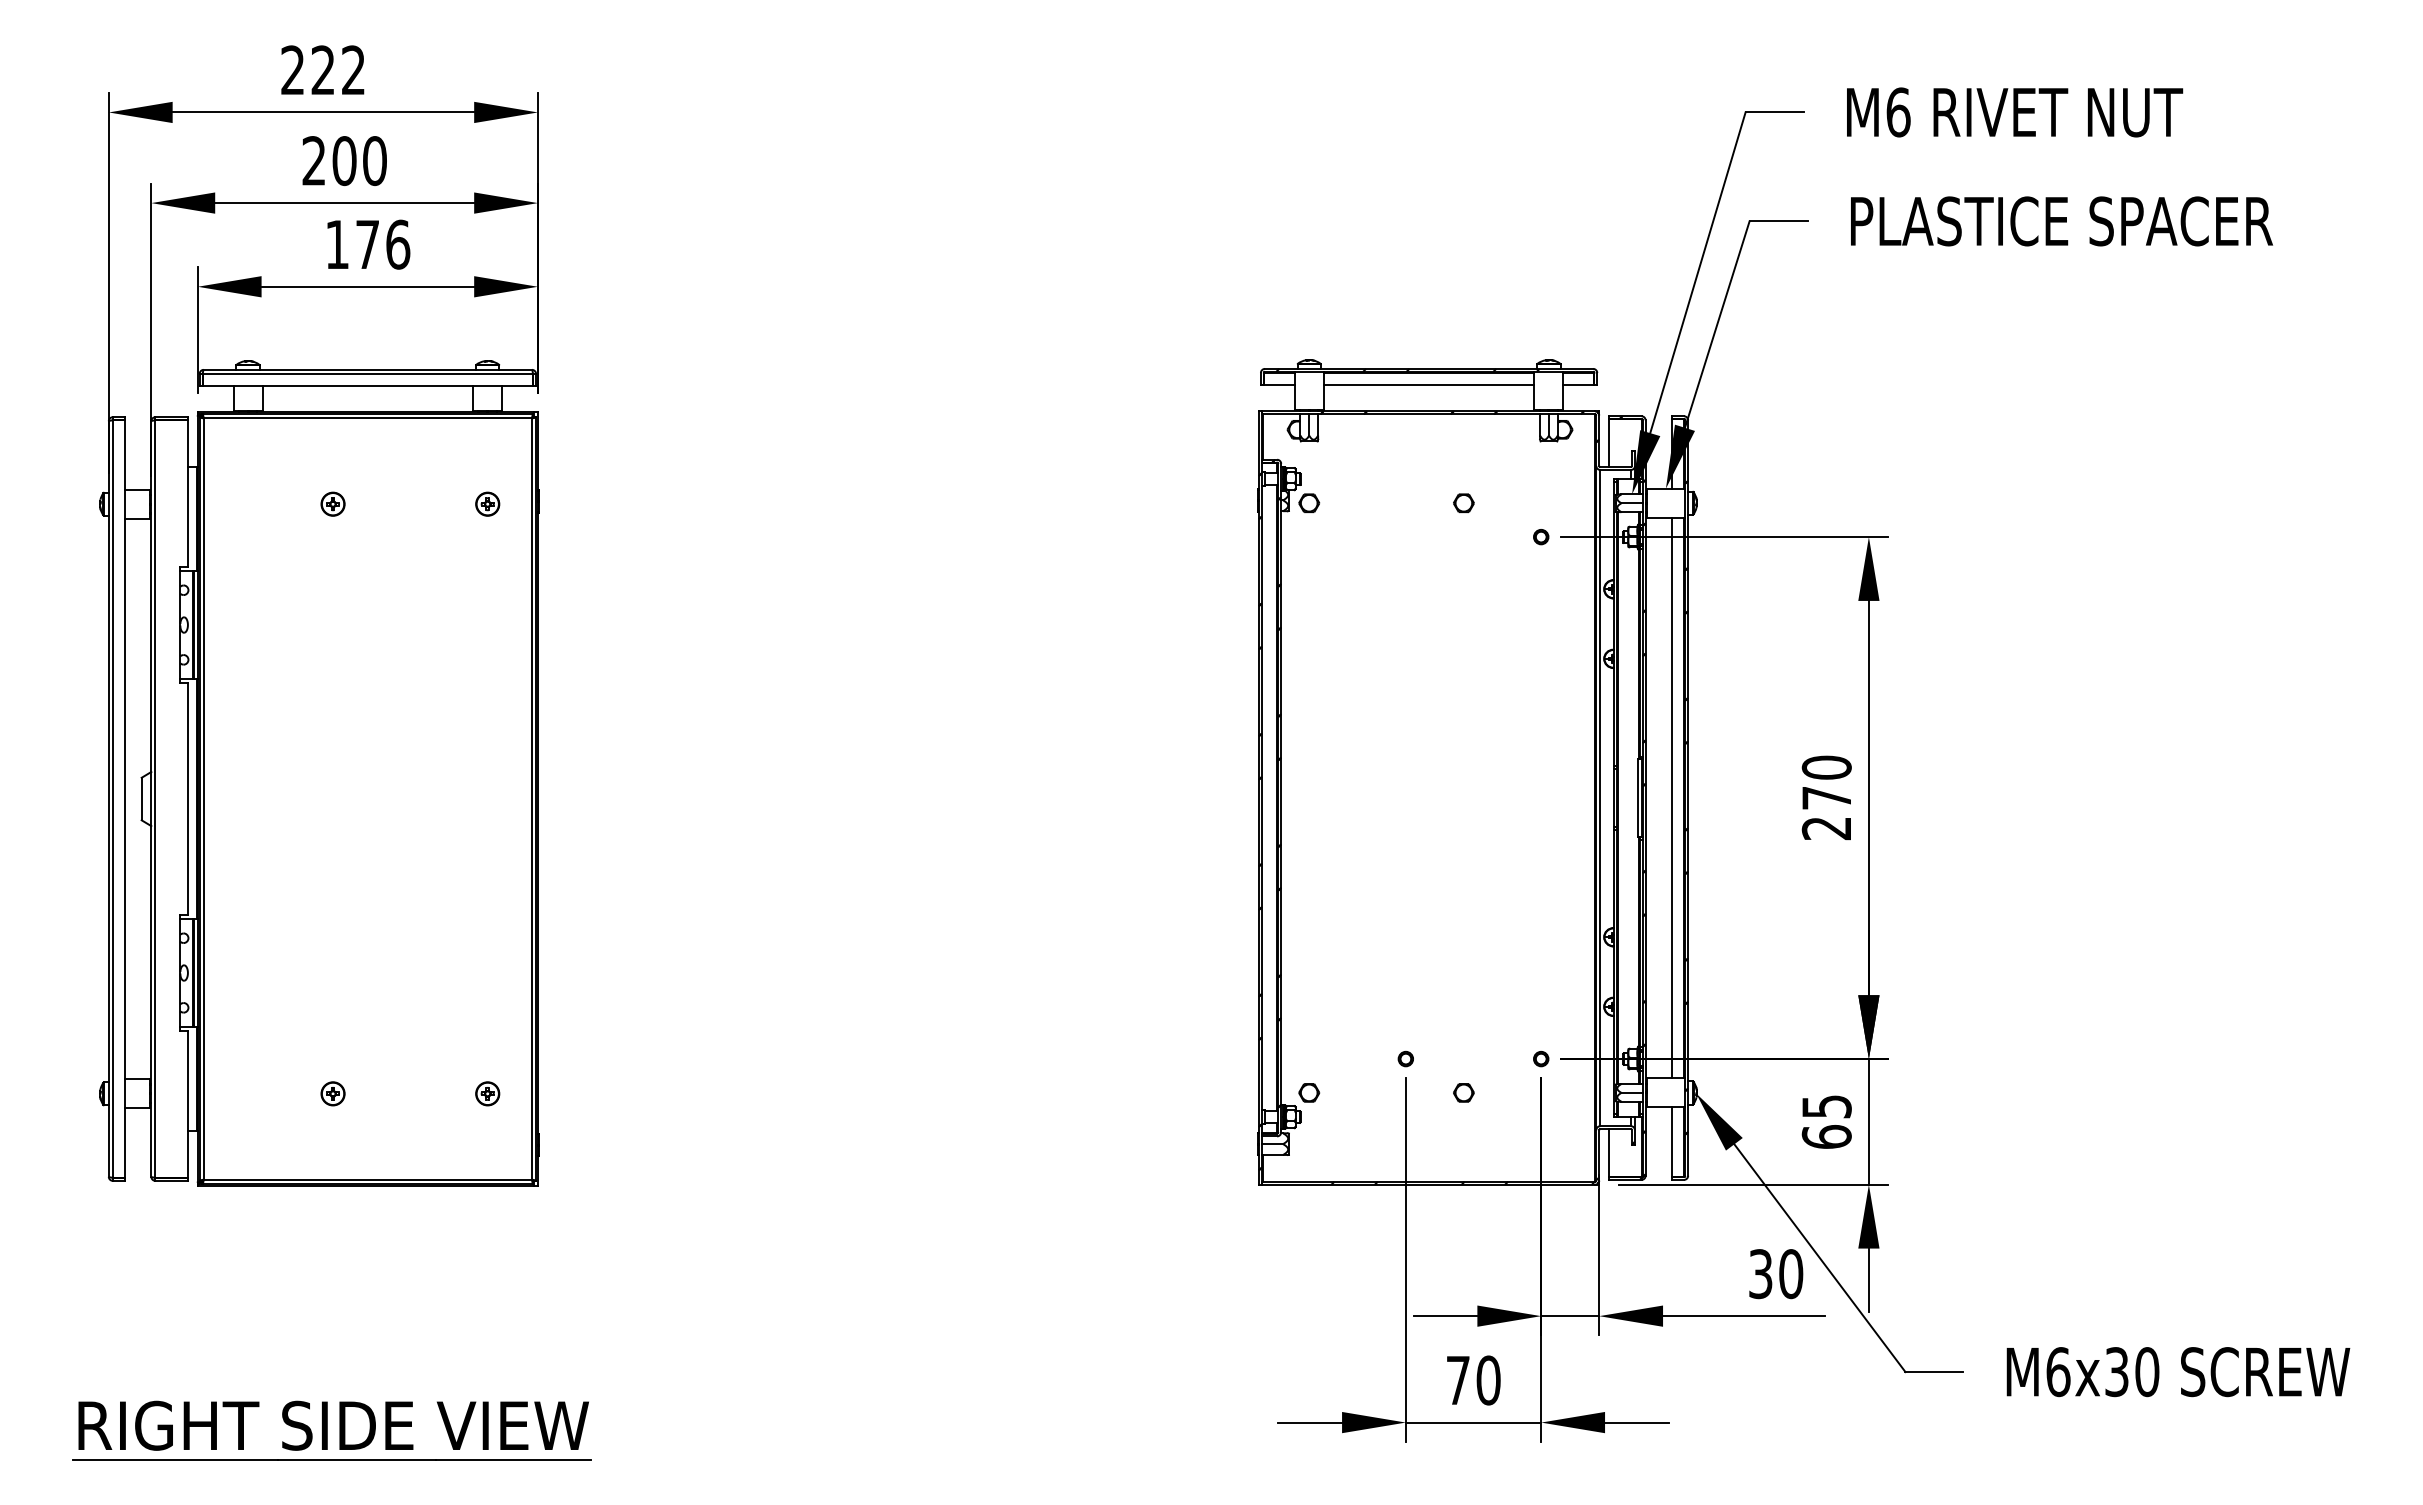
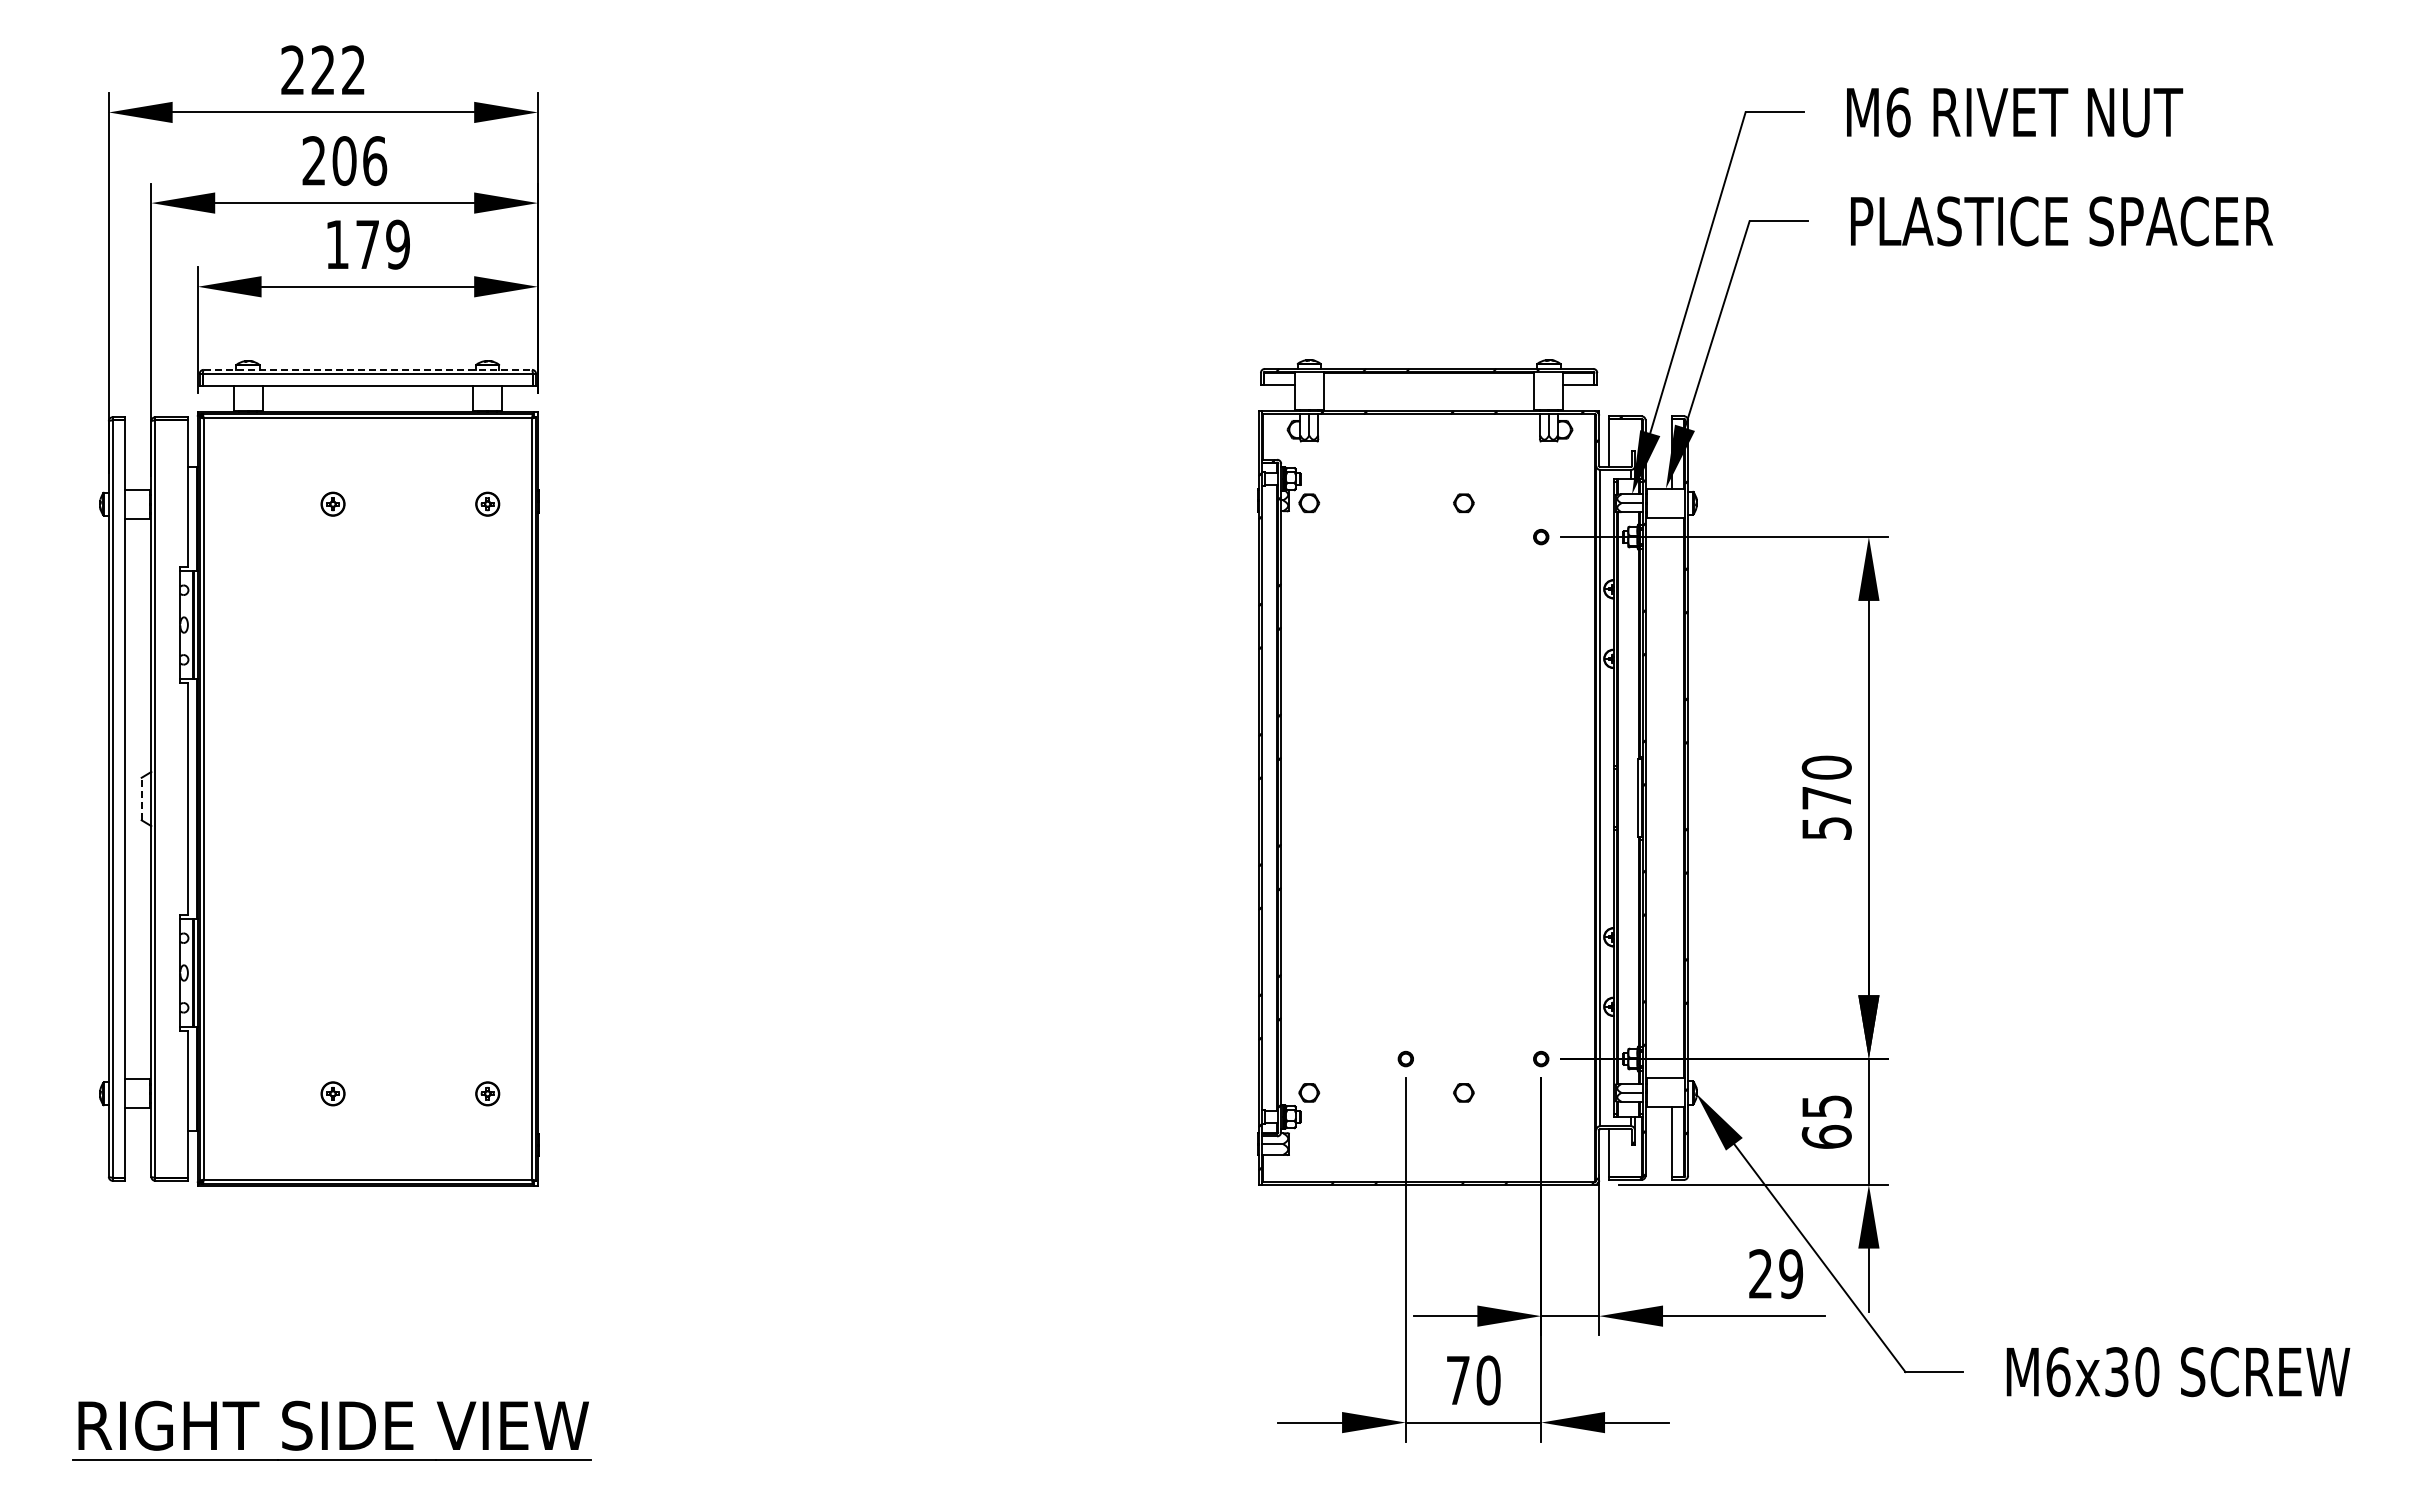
text at (375, 160): 200 -> 206
text at (398, 244): 176 -> 179
line at (368, 369): solid -> dashed
line at (1428, 385): present -> none
line at (1671, 797): present -> none
line at (141, 798): solid -> dashed
text at (1826, 828): 270 -> 570
text at (1776, 1274): 30 -> 29
